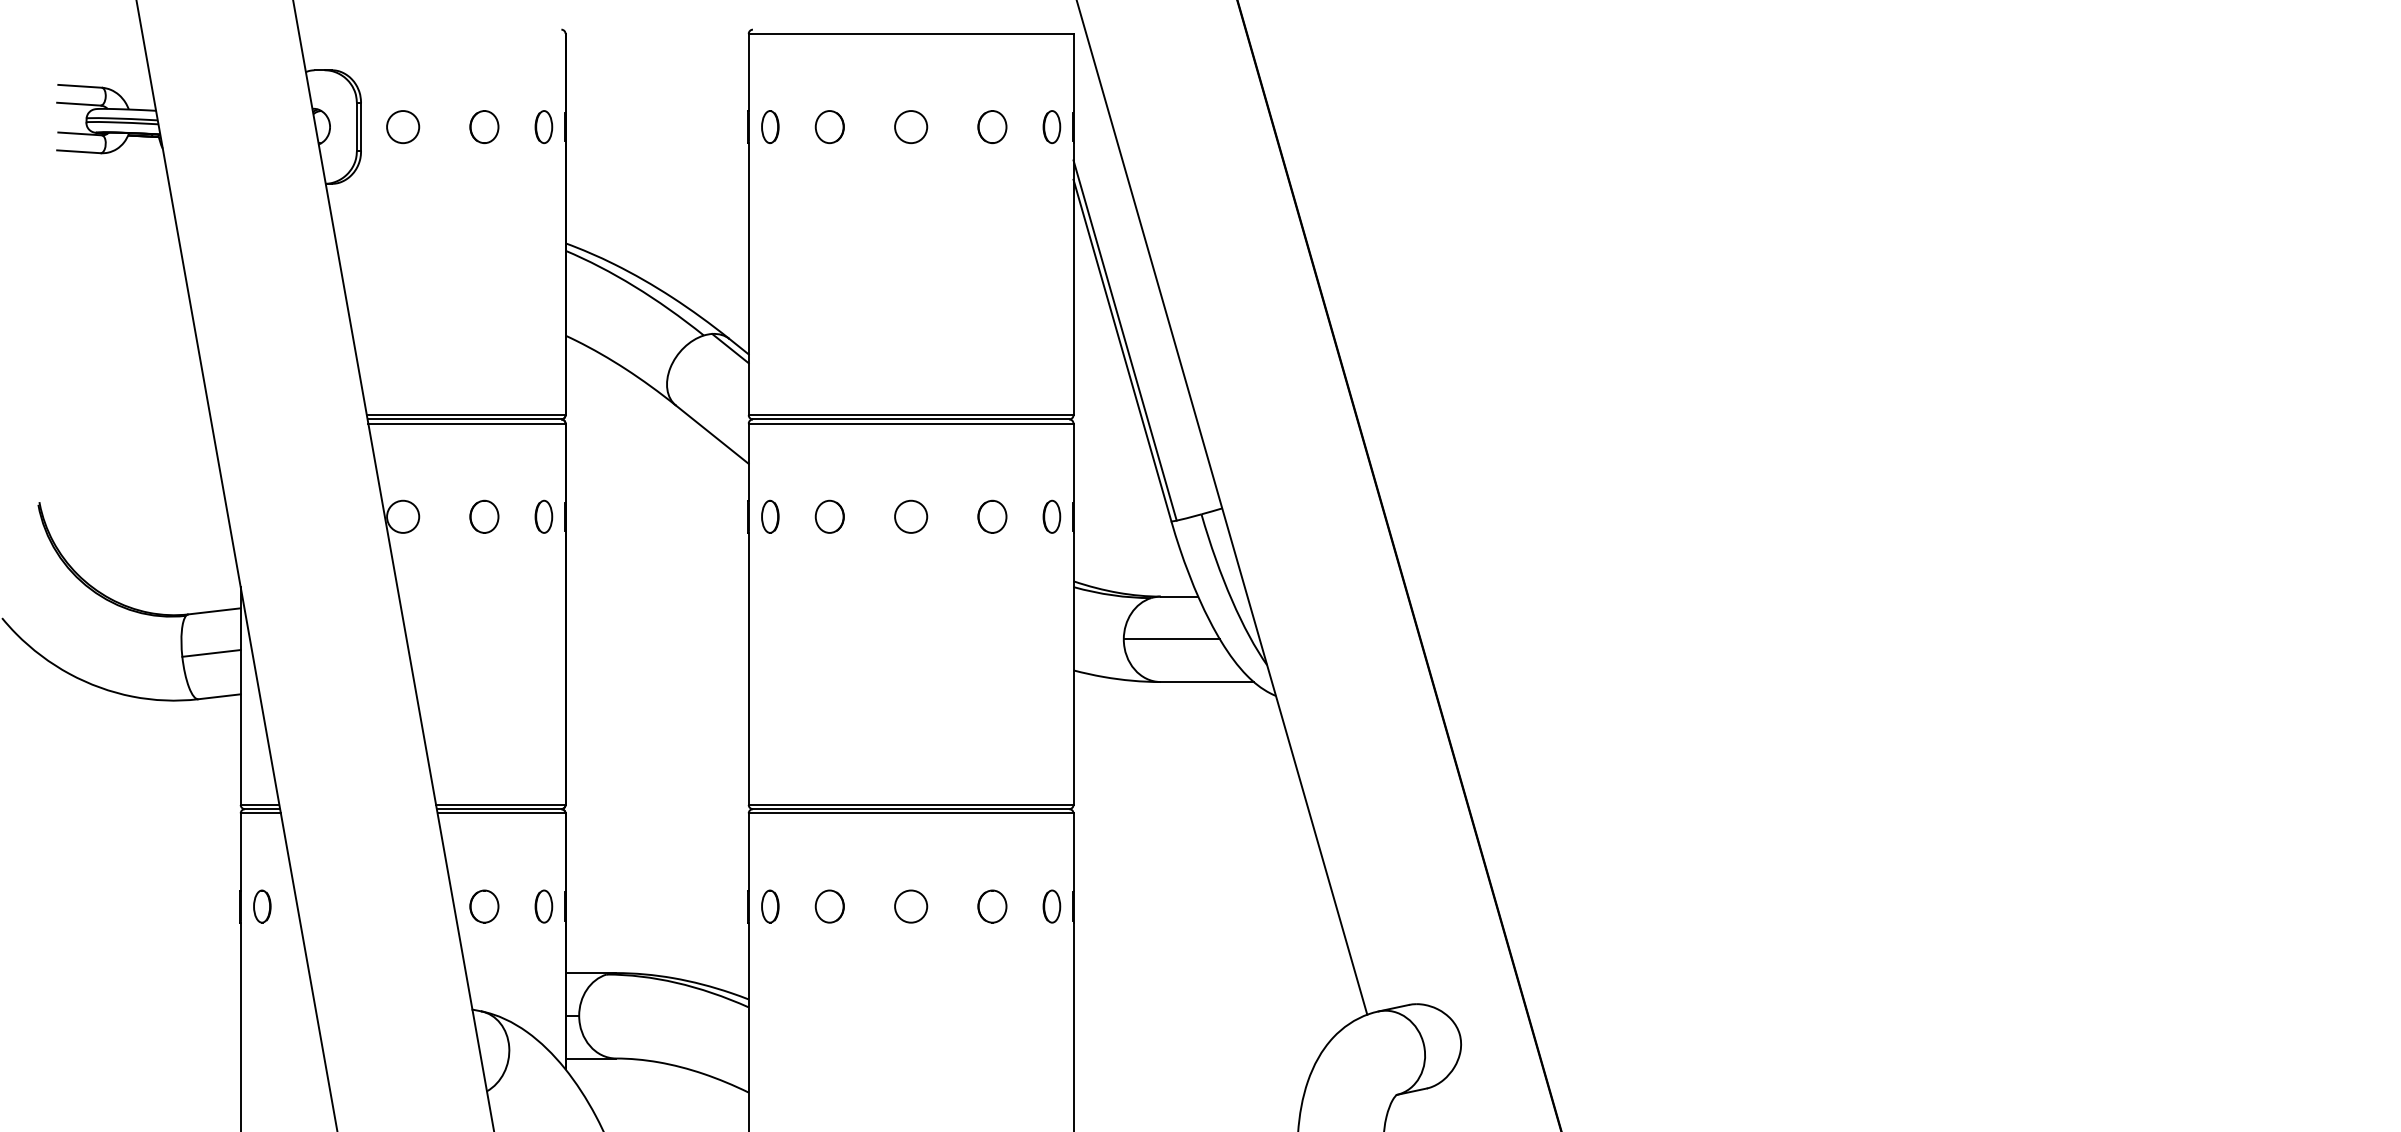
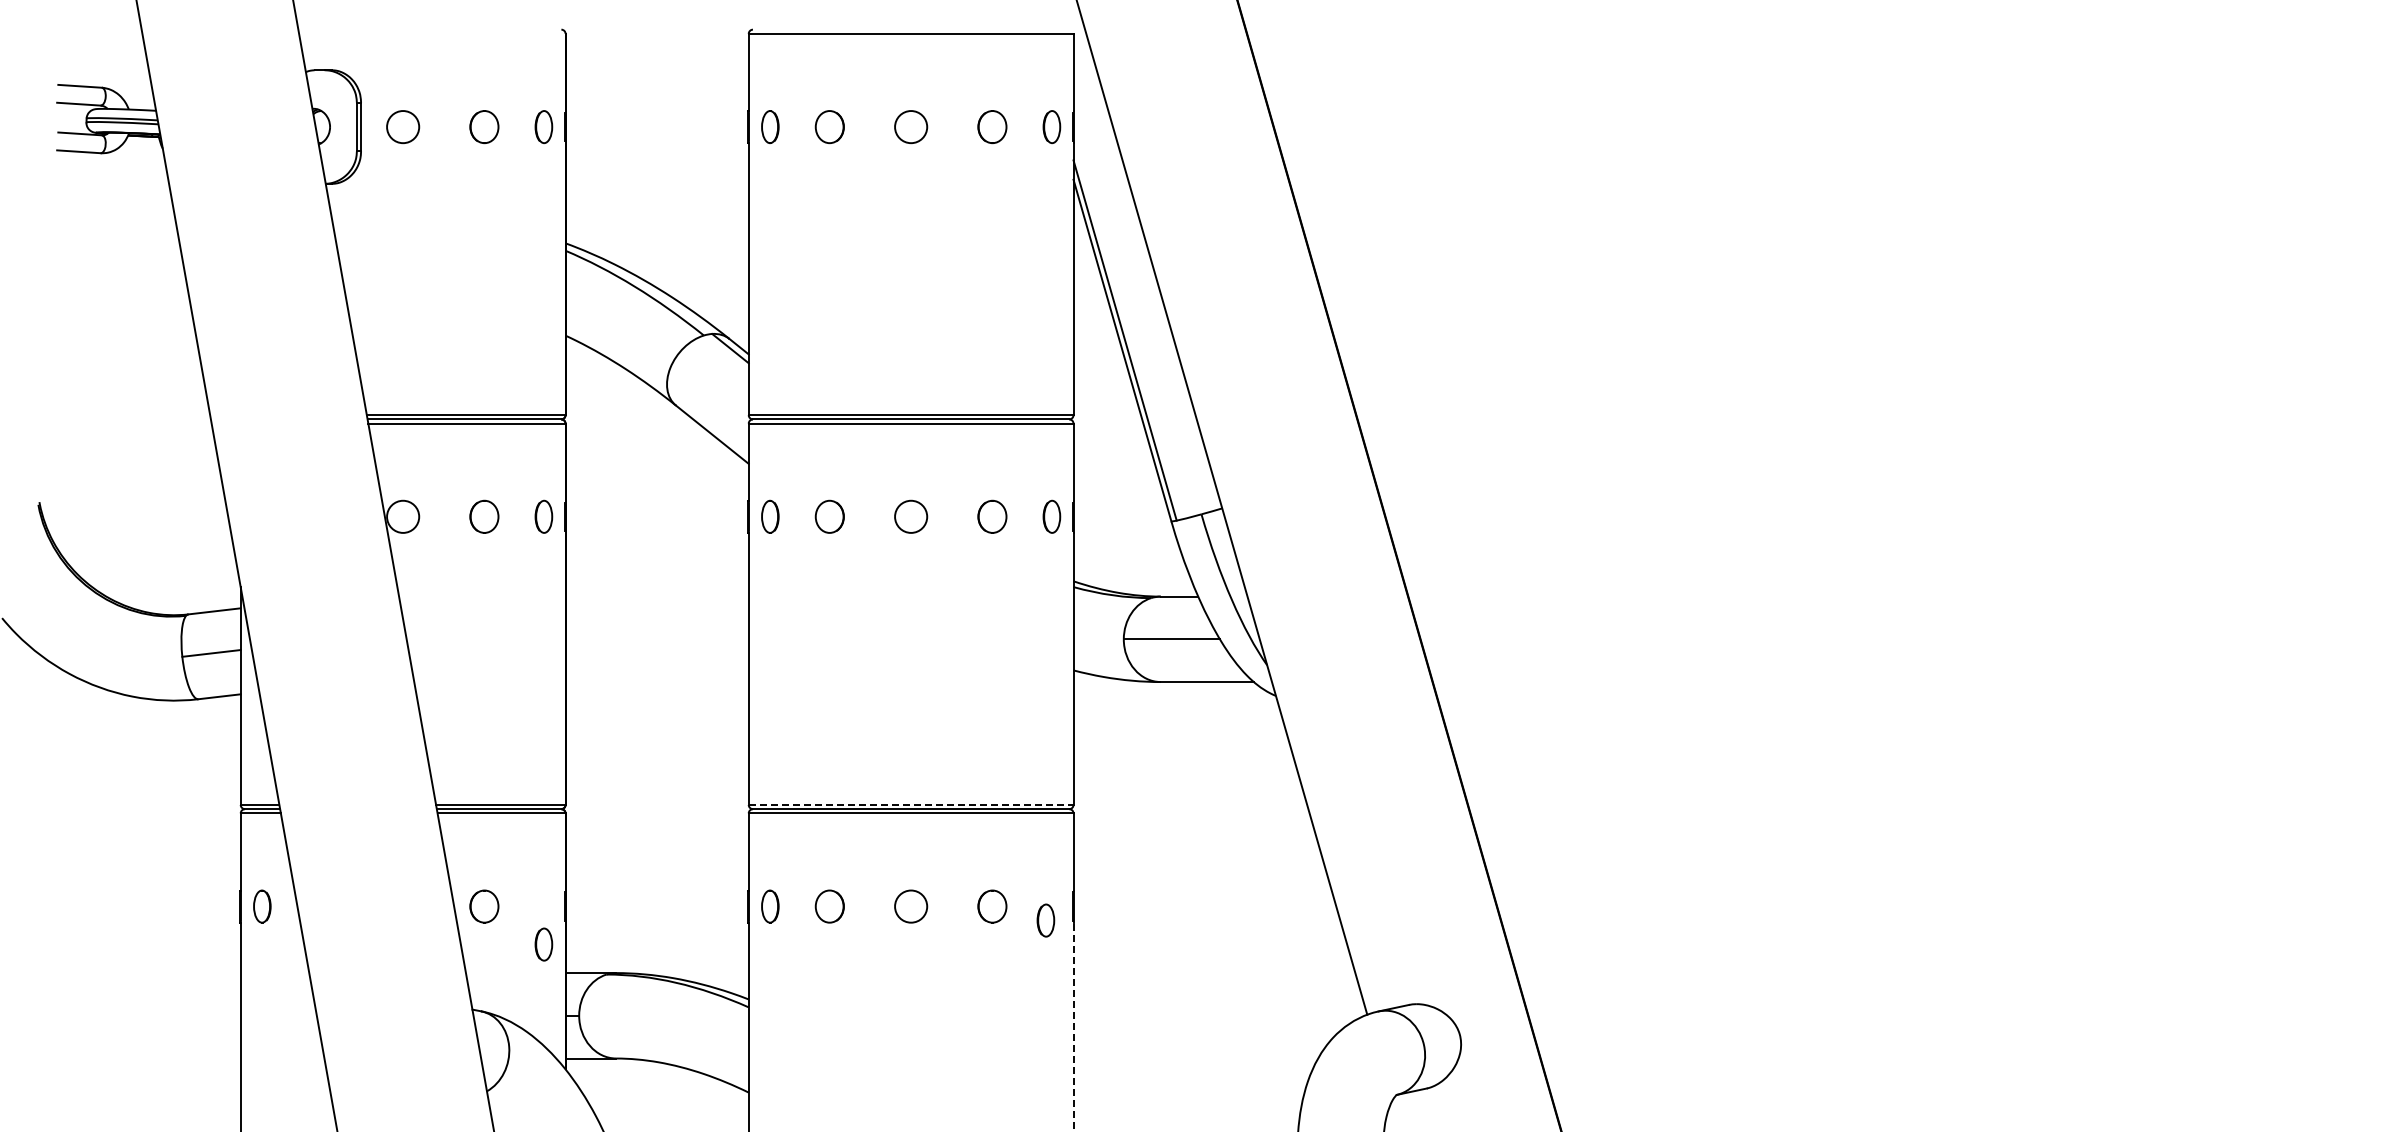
line at (911, 804): solid -> dashed
part at (543, 906) position: (543, 906) -> (543, 944)
part at (1051, 906) position: (1051, 906) -> (1045, 920)
line at (1073, 1027): solid -> dashed
